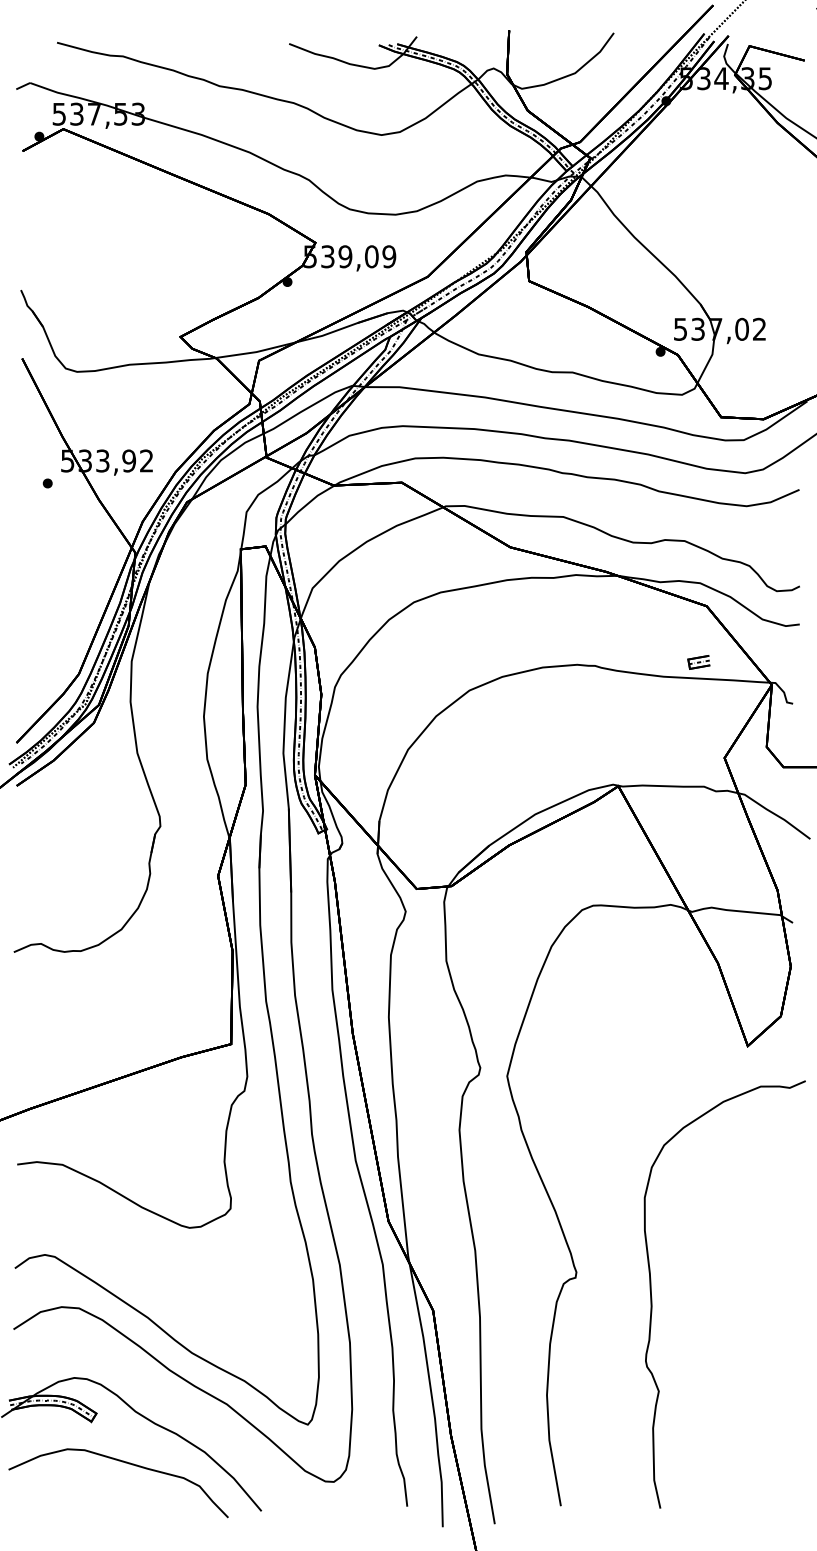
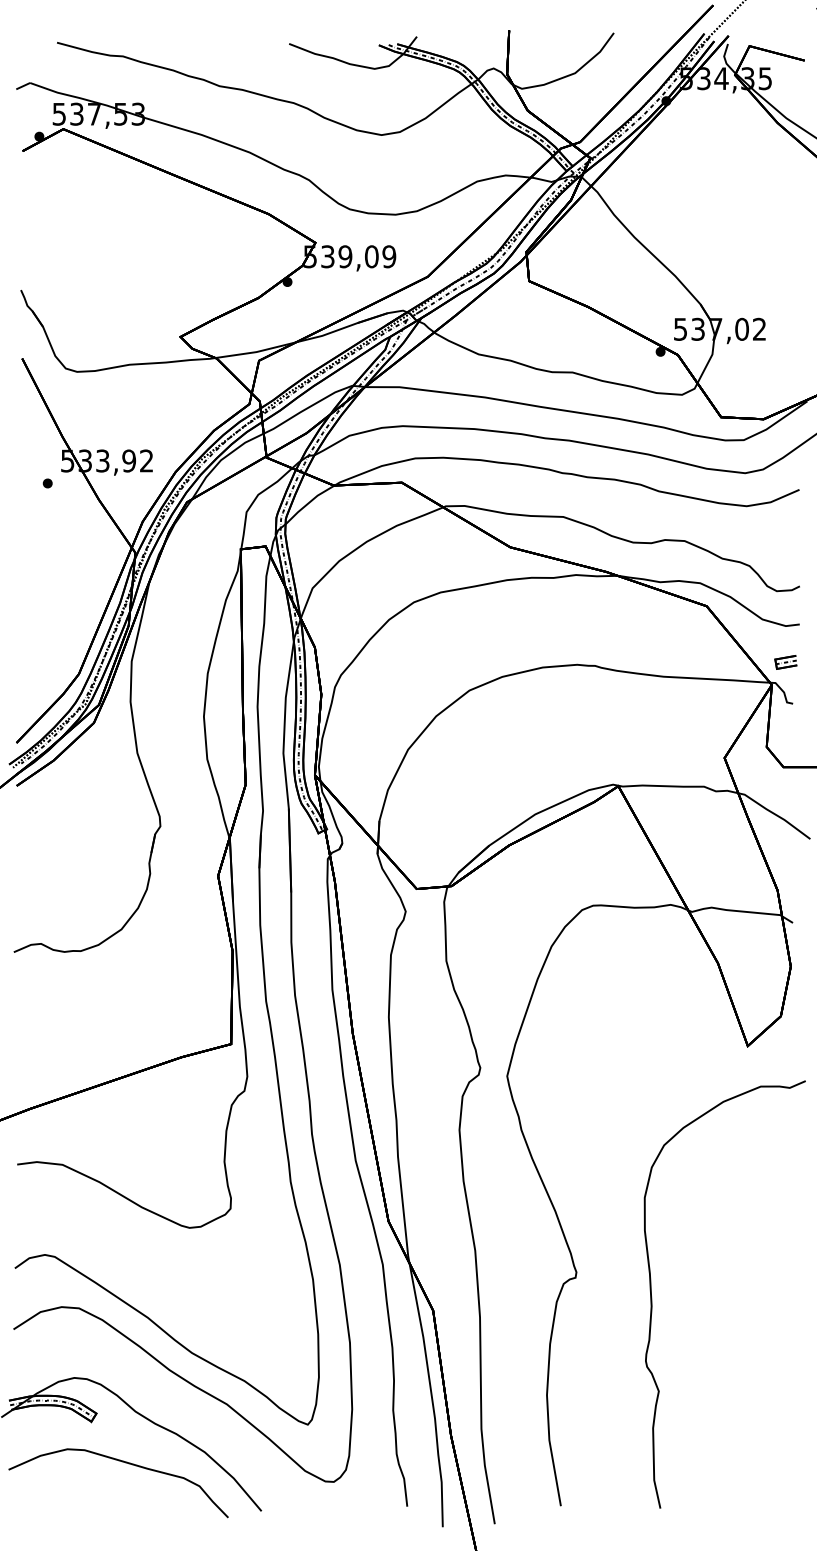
part at (698, 662) position: (698, 662) -> (785, 662)
